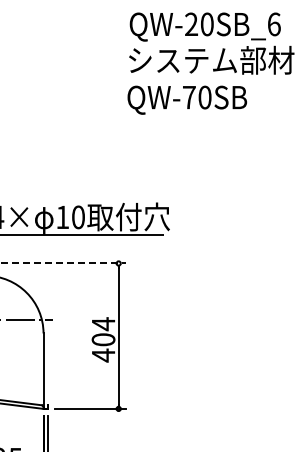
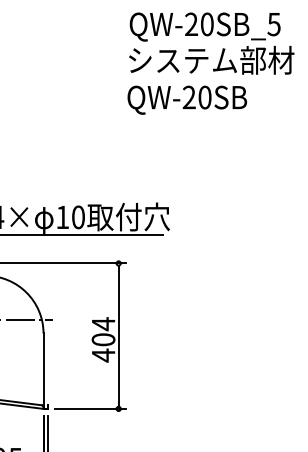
text at (273, 24): QW-20SB_6 -> QW-20SB_5
text at (188, 97): QW-70SB -> QW-20SB
line at (63, 263): dashed -> solid
